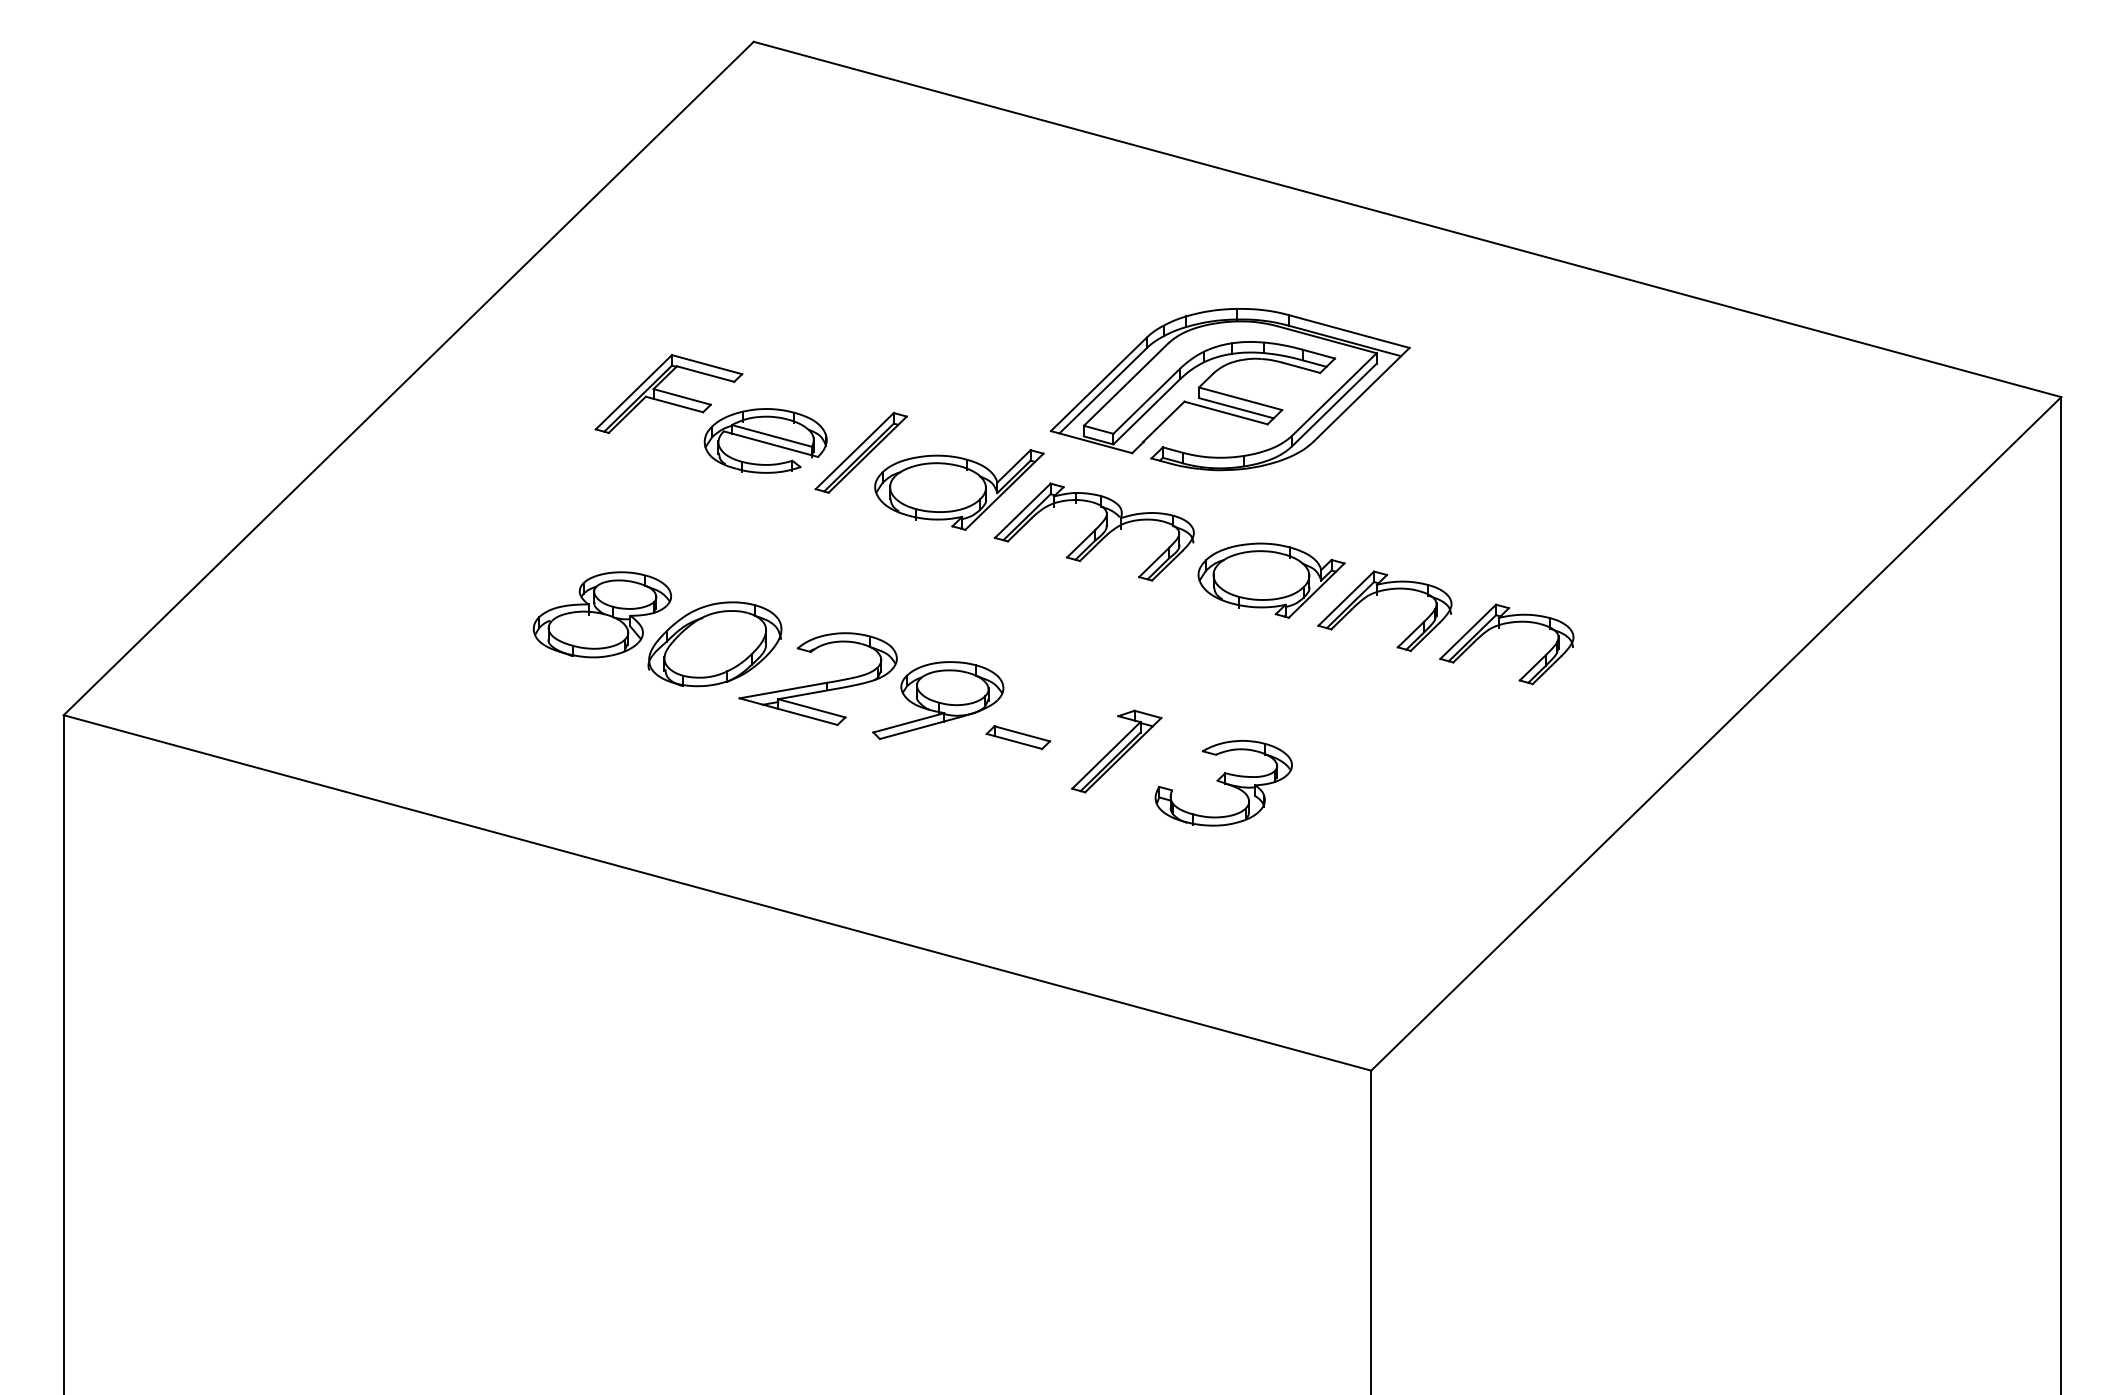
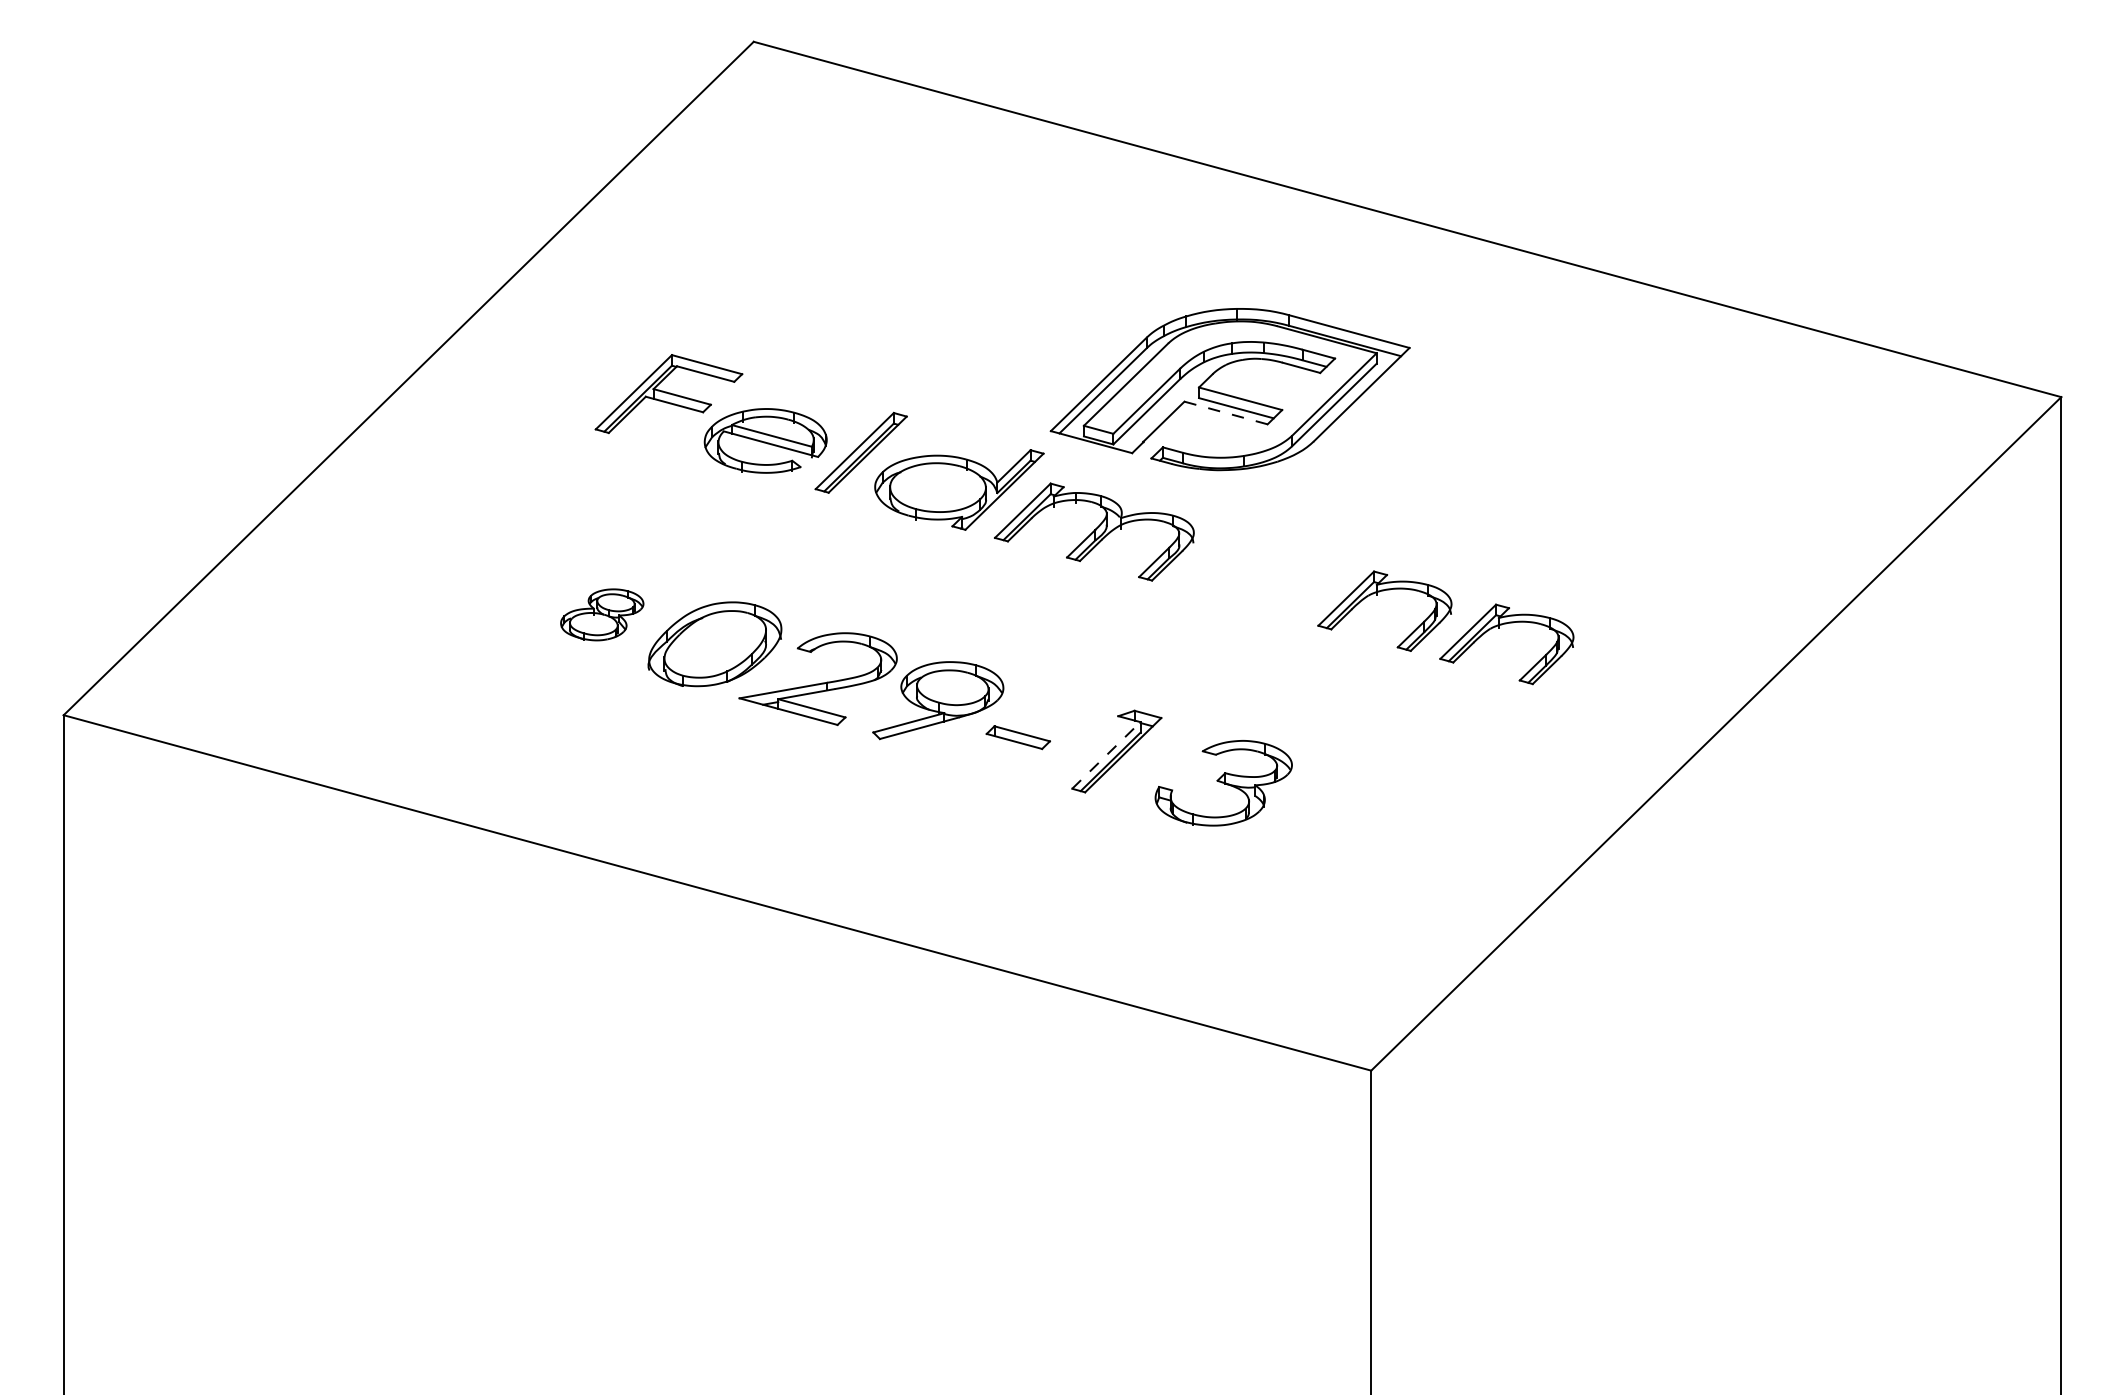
line at (1225, 412): solid -> dashed
part at (1271, 580): present -> none
part at (601, 614) size: 140x88 px -> 85x54 px
line at (1106, 755): solid -> dashed
